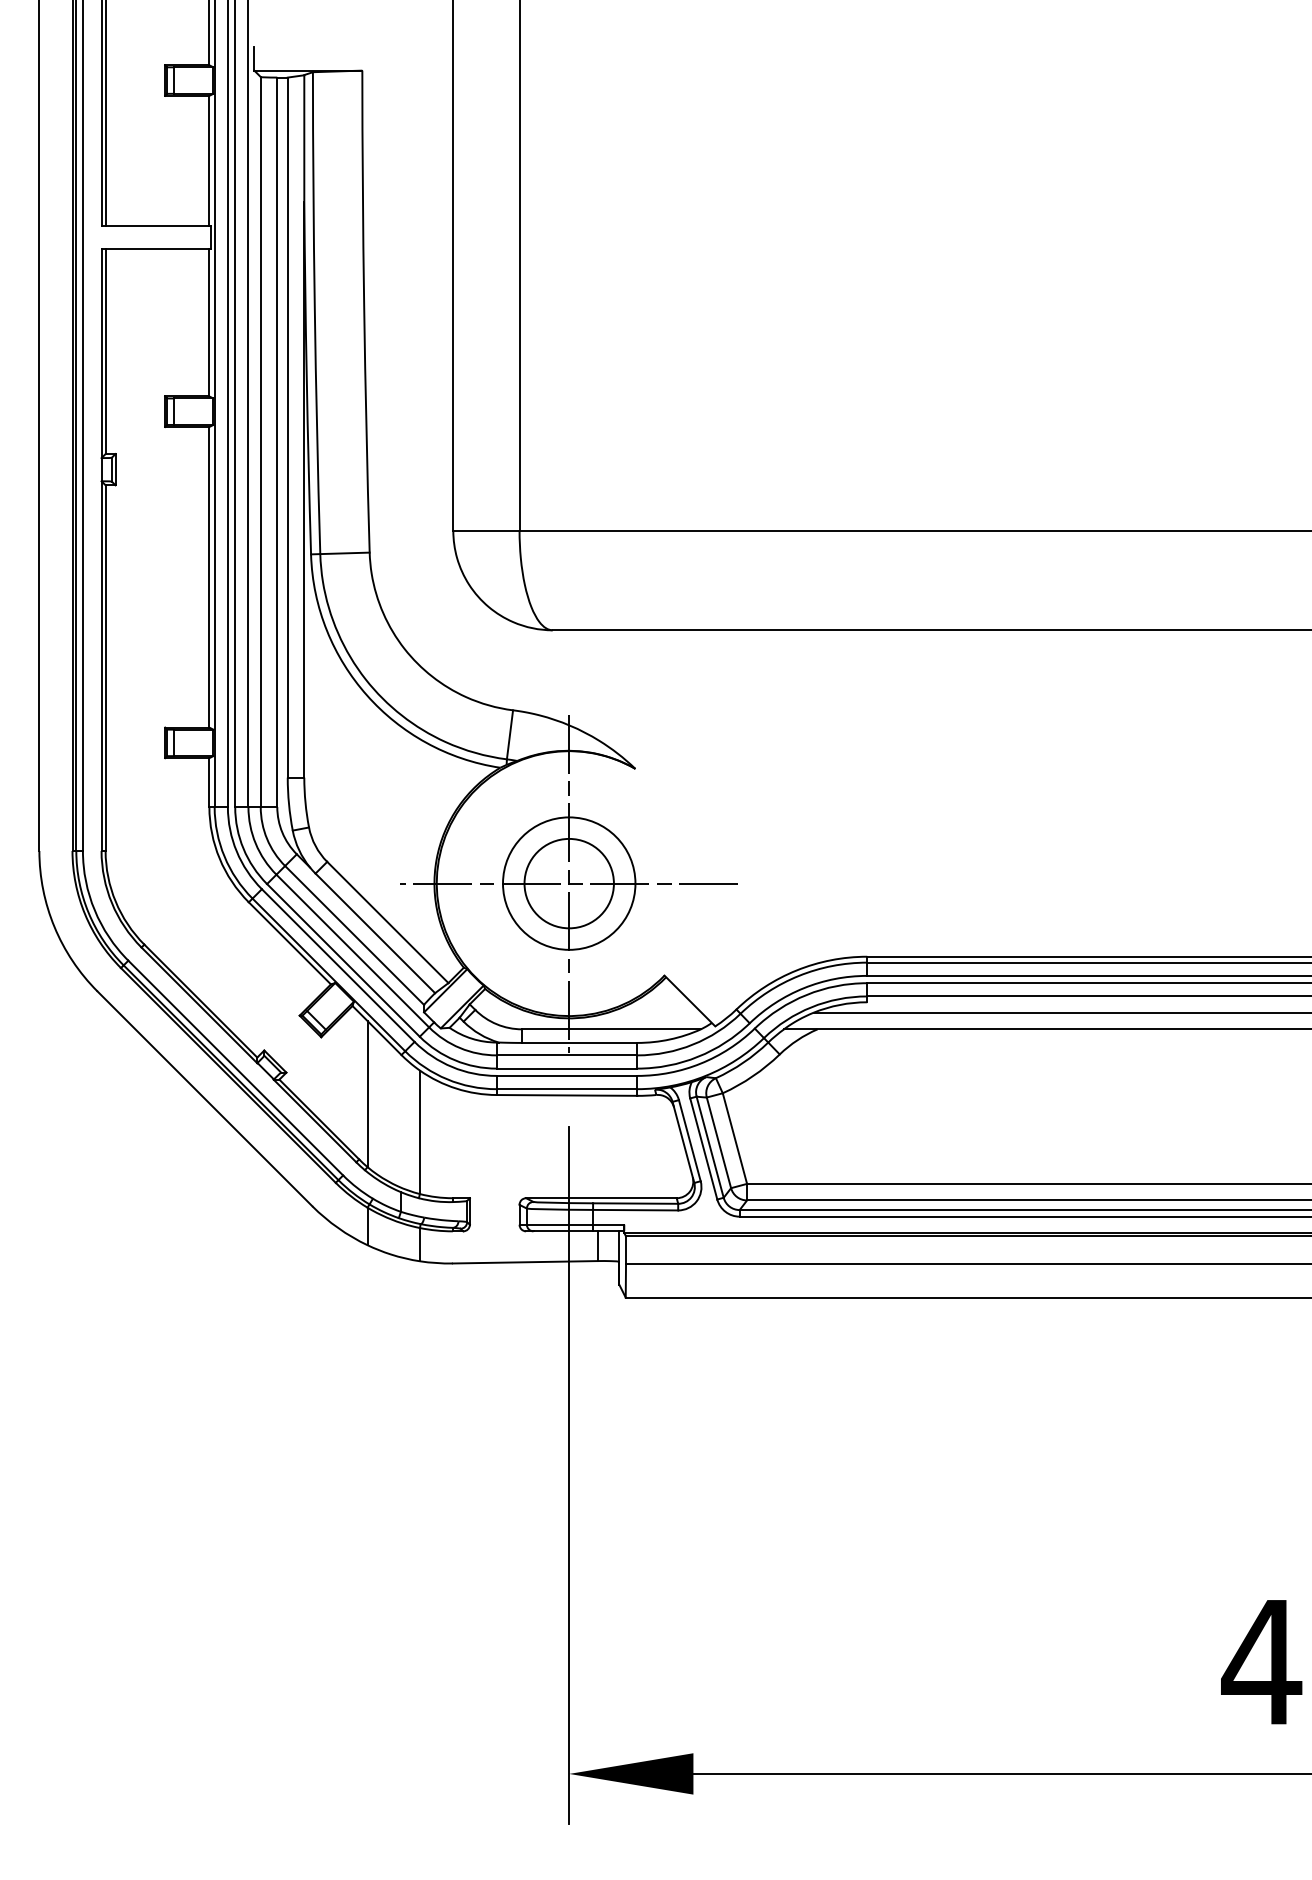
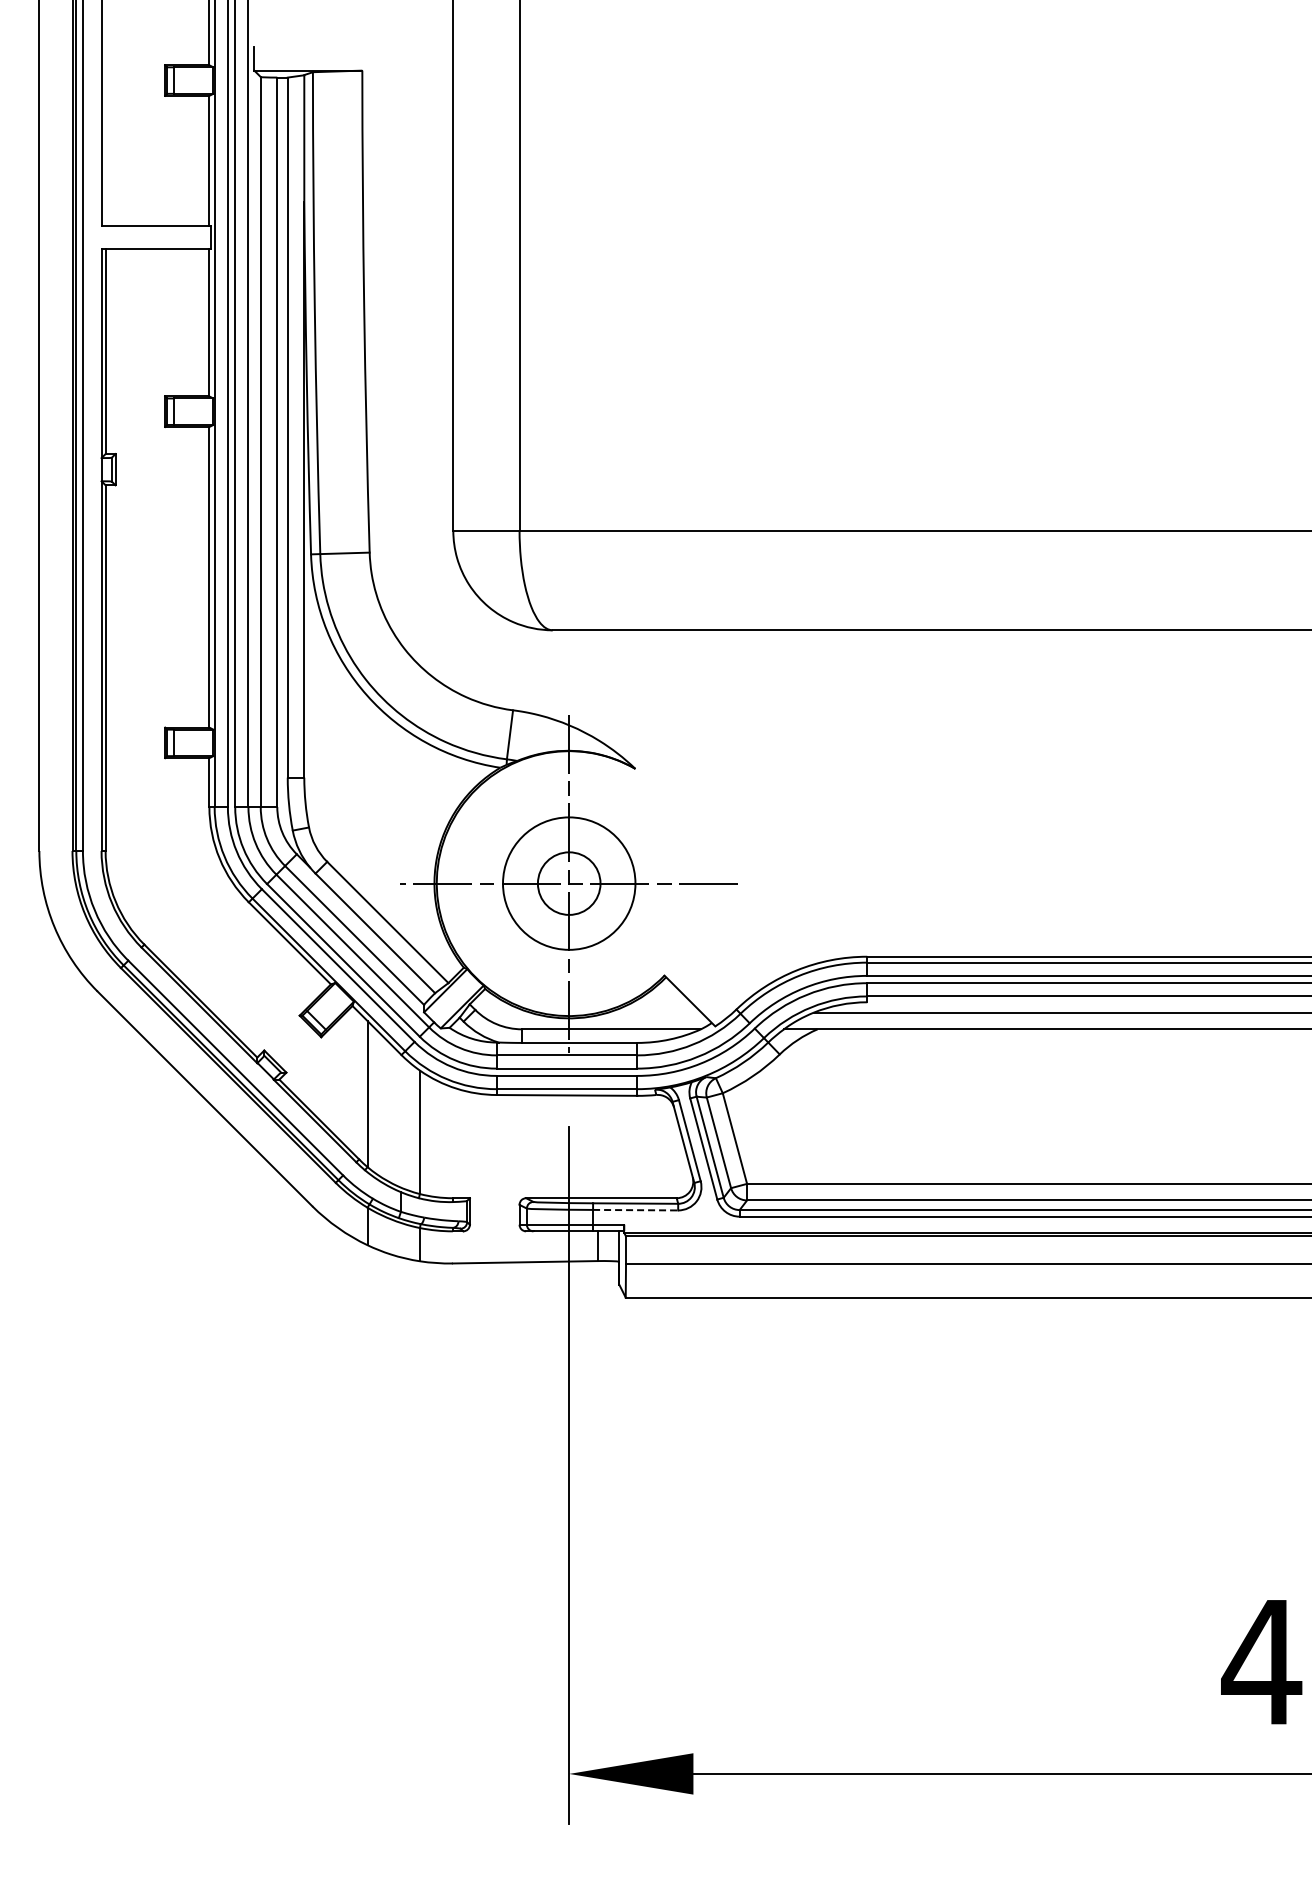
line at (105, 114): present -> none
circle at (568, 883) diameter: 89 px -> 63 px
line at (635, 1210): solid -> dashed
